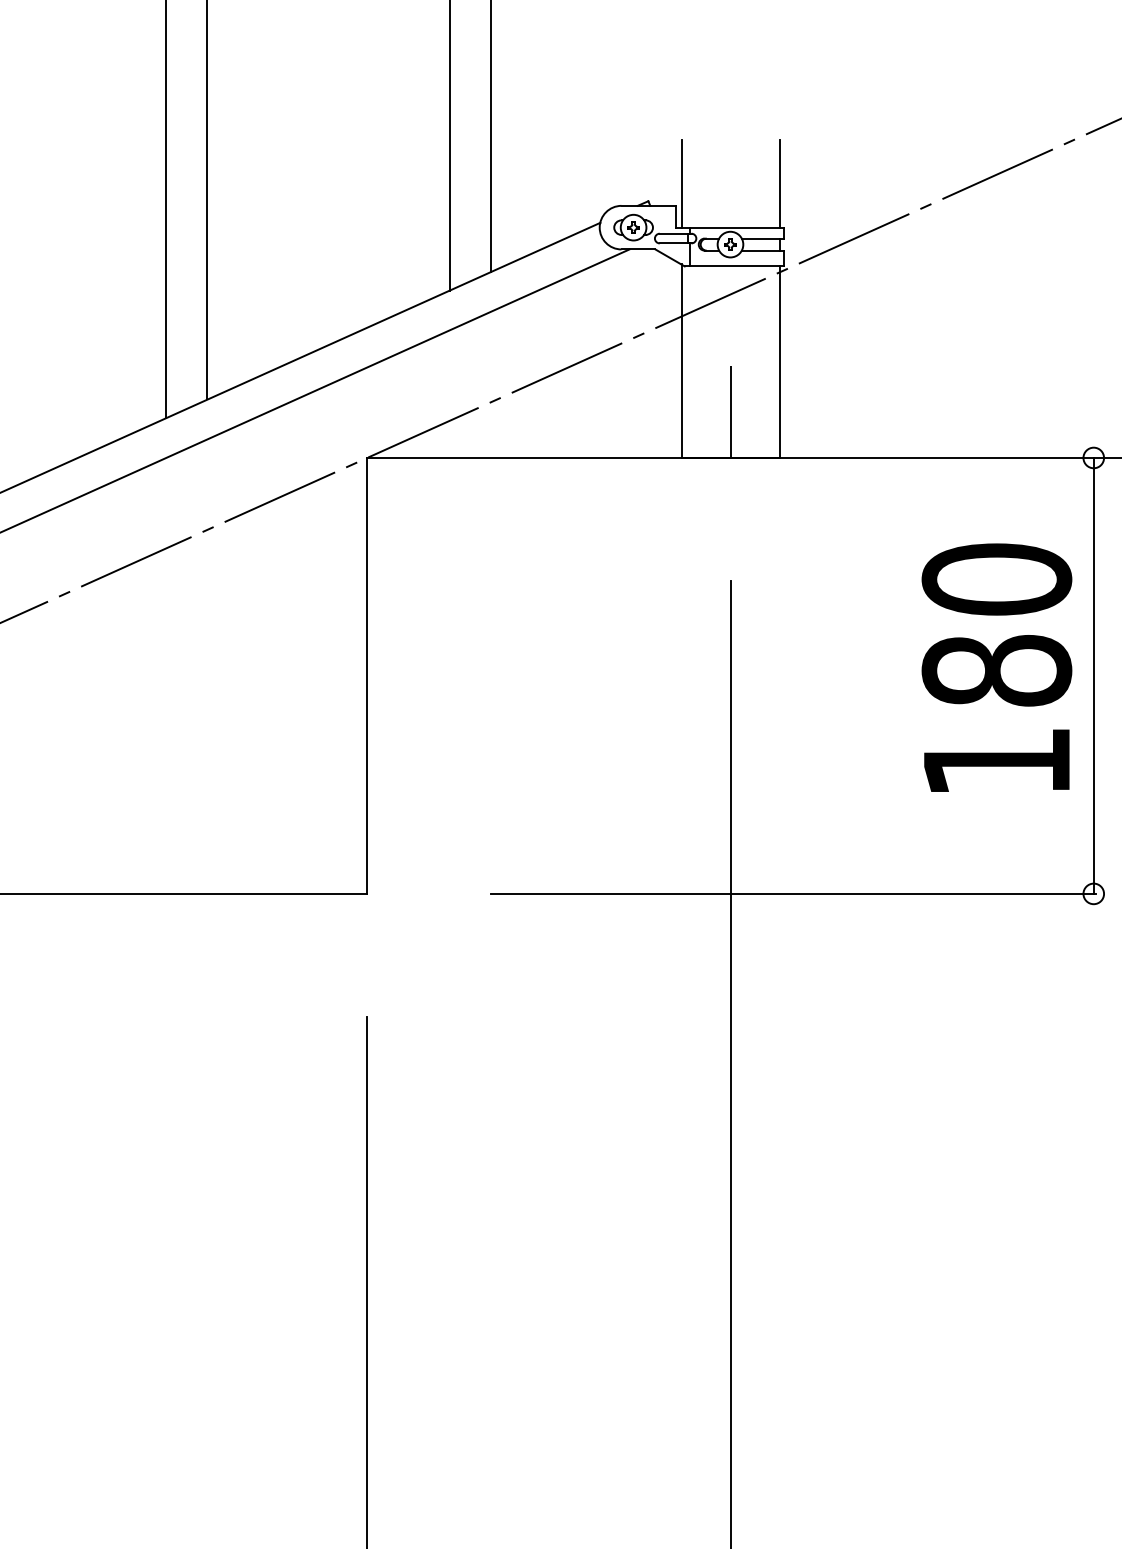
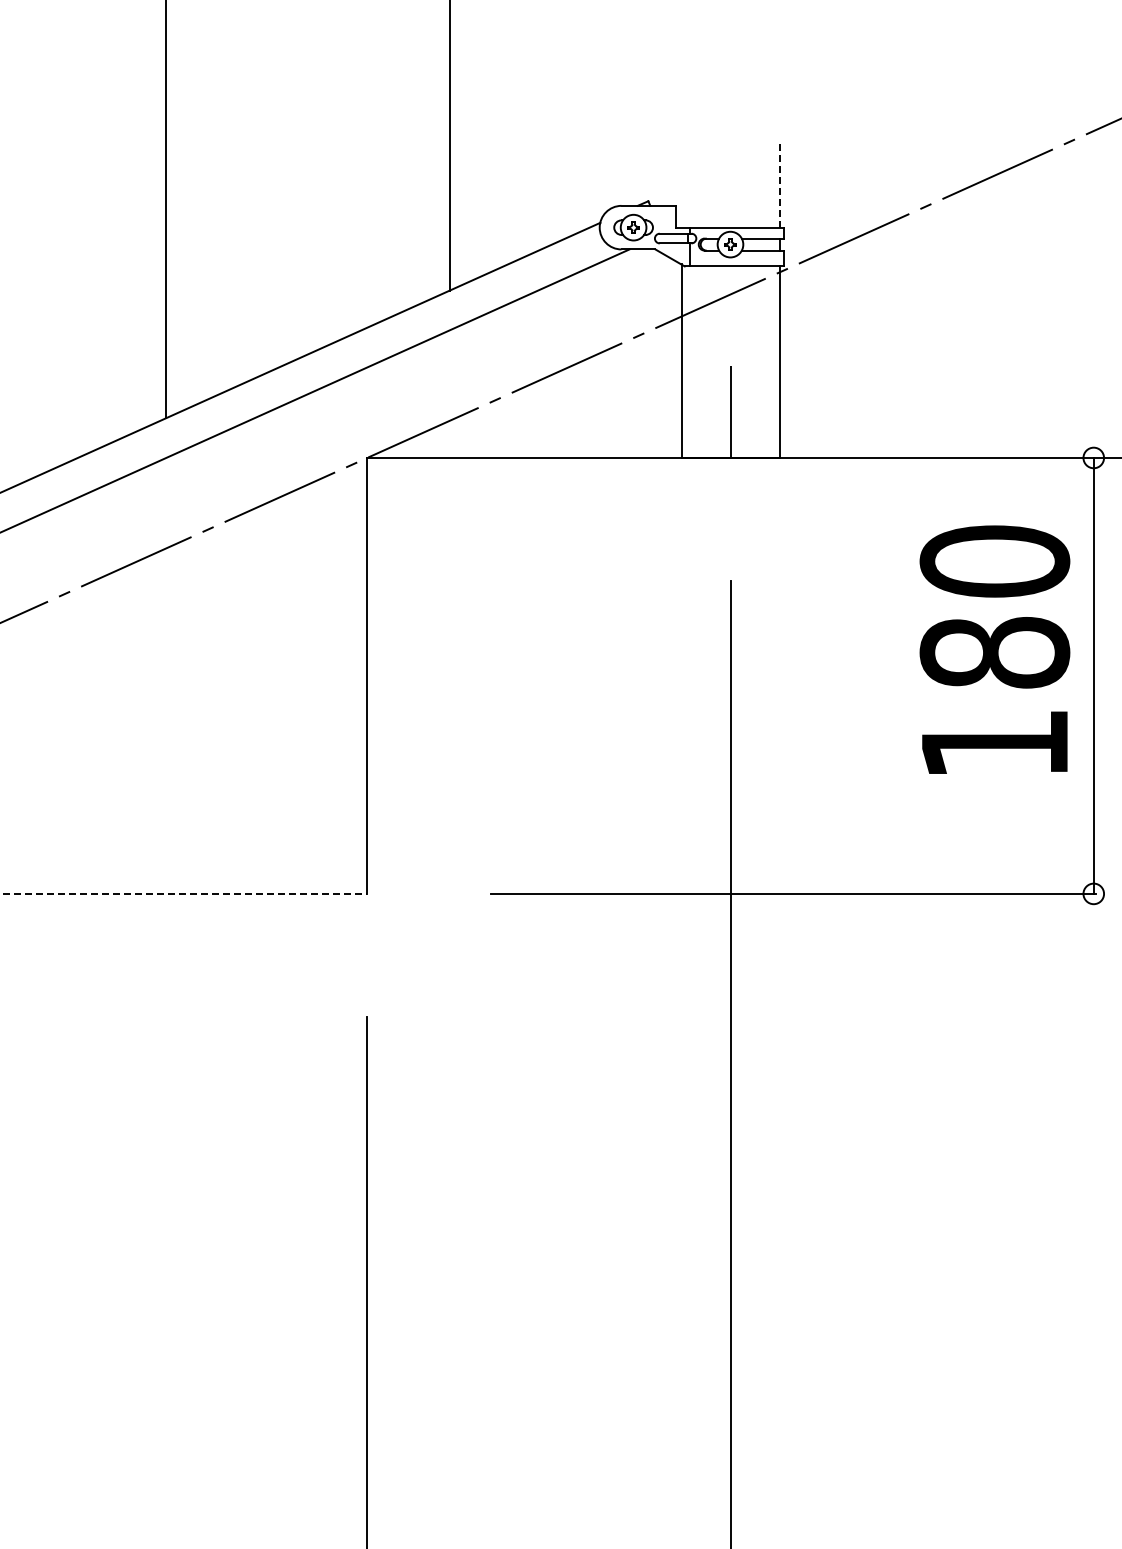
line at (490, 137): present -> none
line at (681, 183): present -> none
line at (779, 184): solid -> dashed
line at (207, 200): present -> none
text at (996, 667) position: (996, 667) -> (994, 649)
line at (184, 893): solid -> dashed
